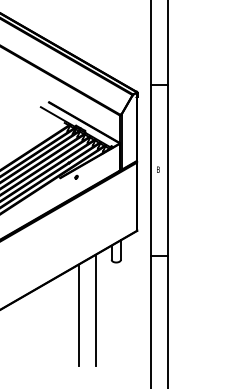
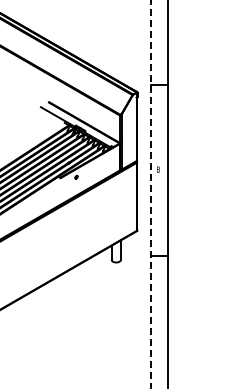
line at (150, 194): solid -> dashed
line at (96, 310): present -> none
line at (79, 315): present -> none
